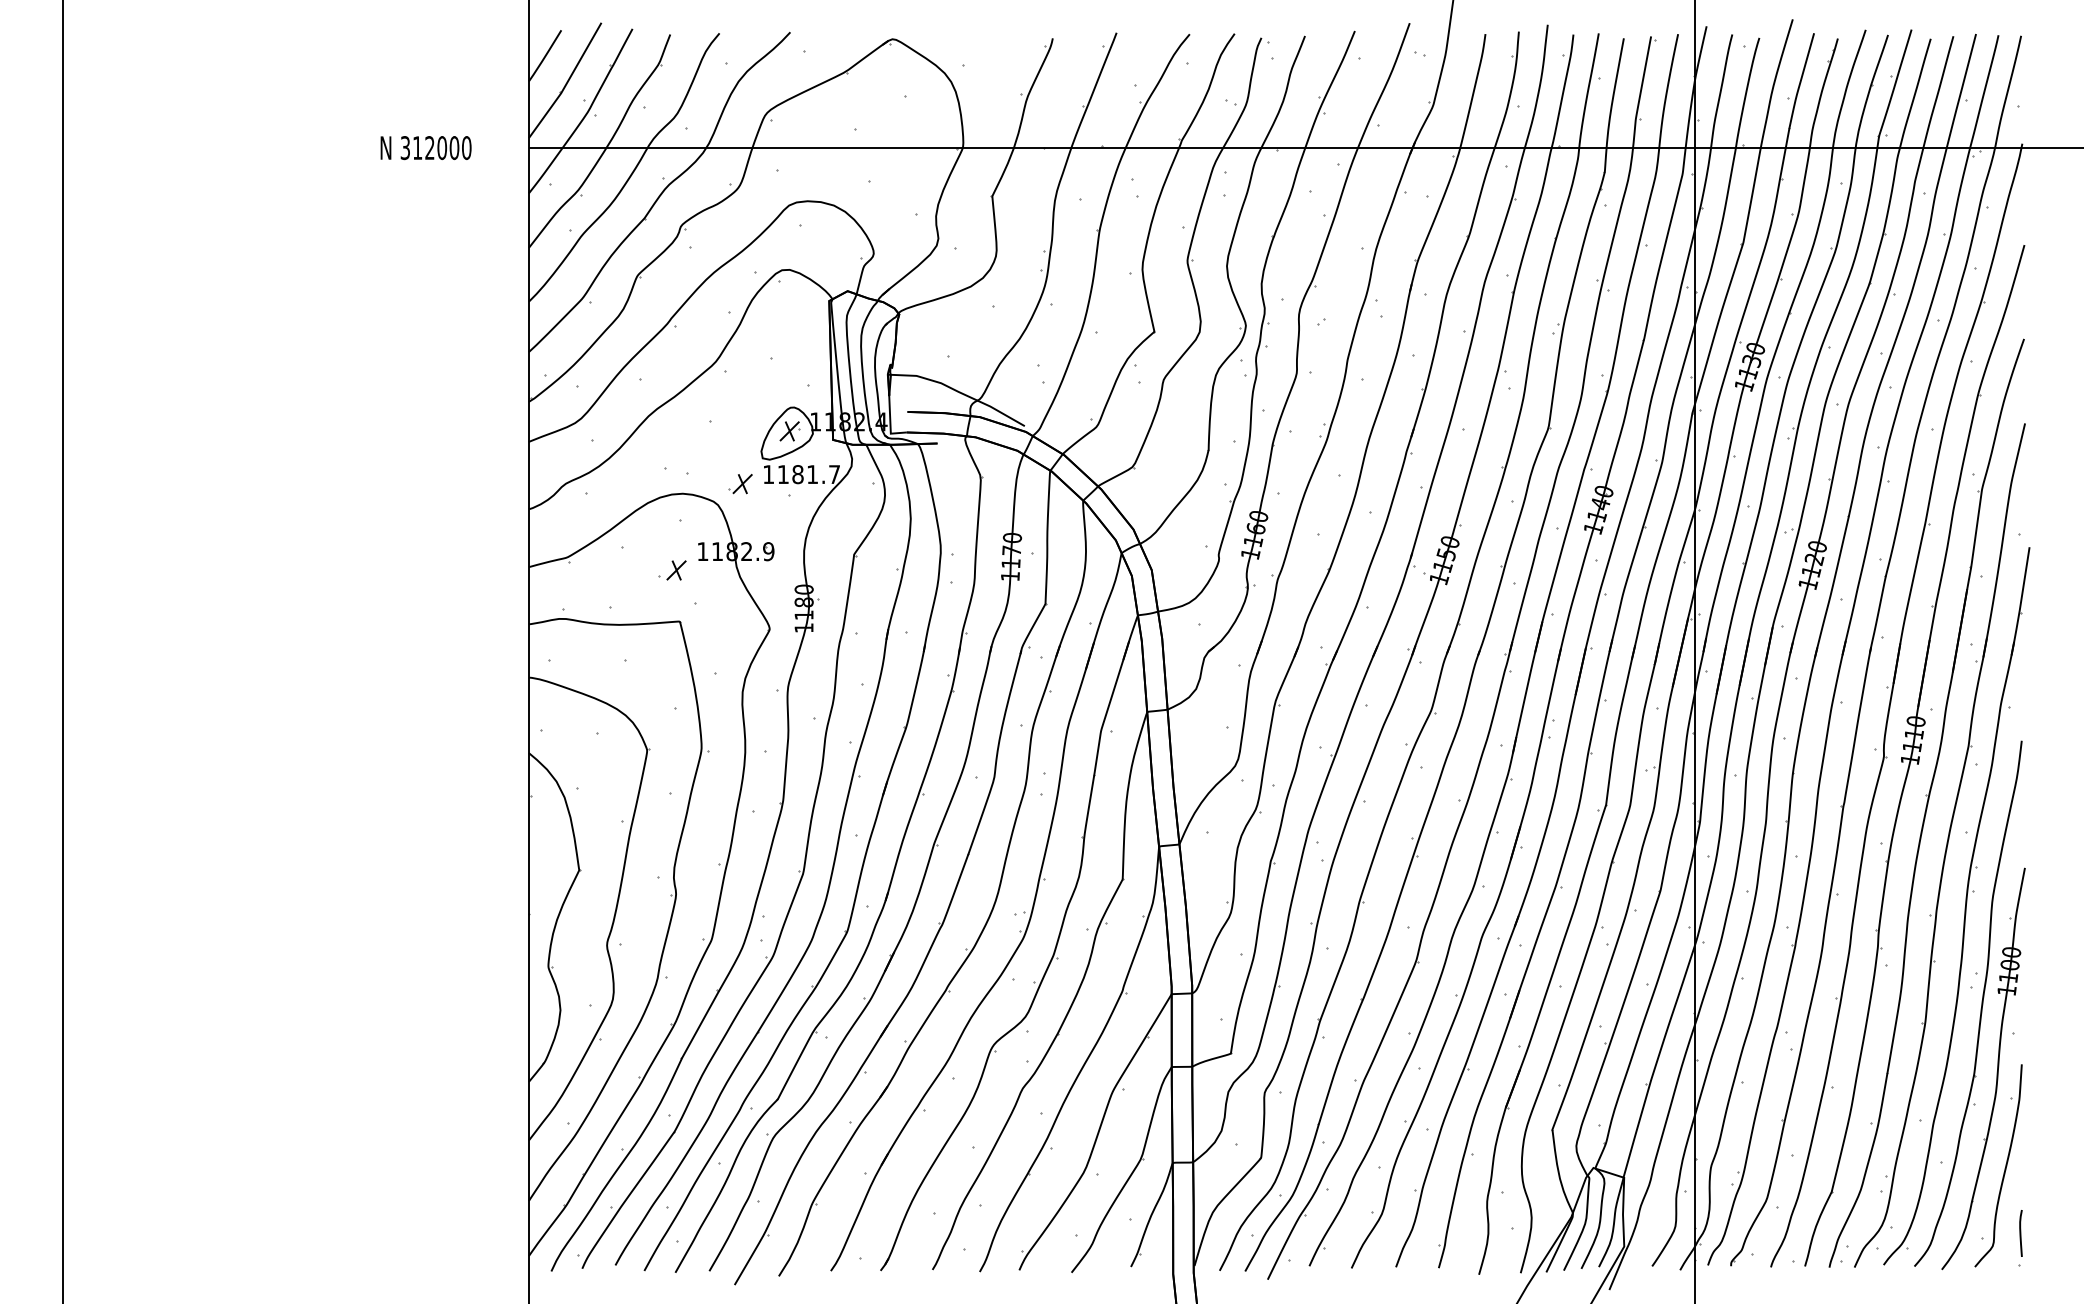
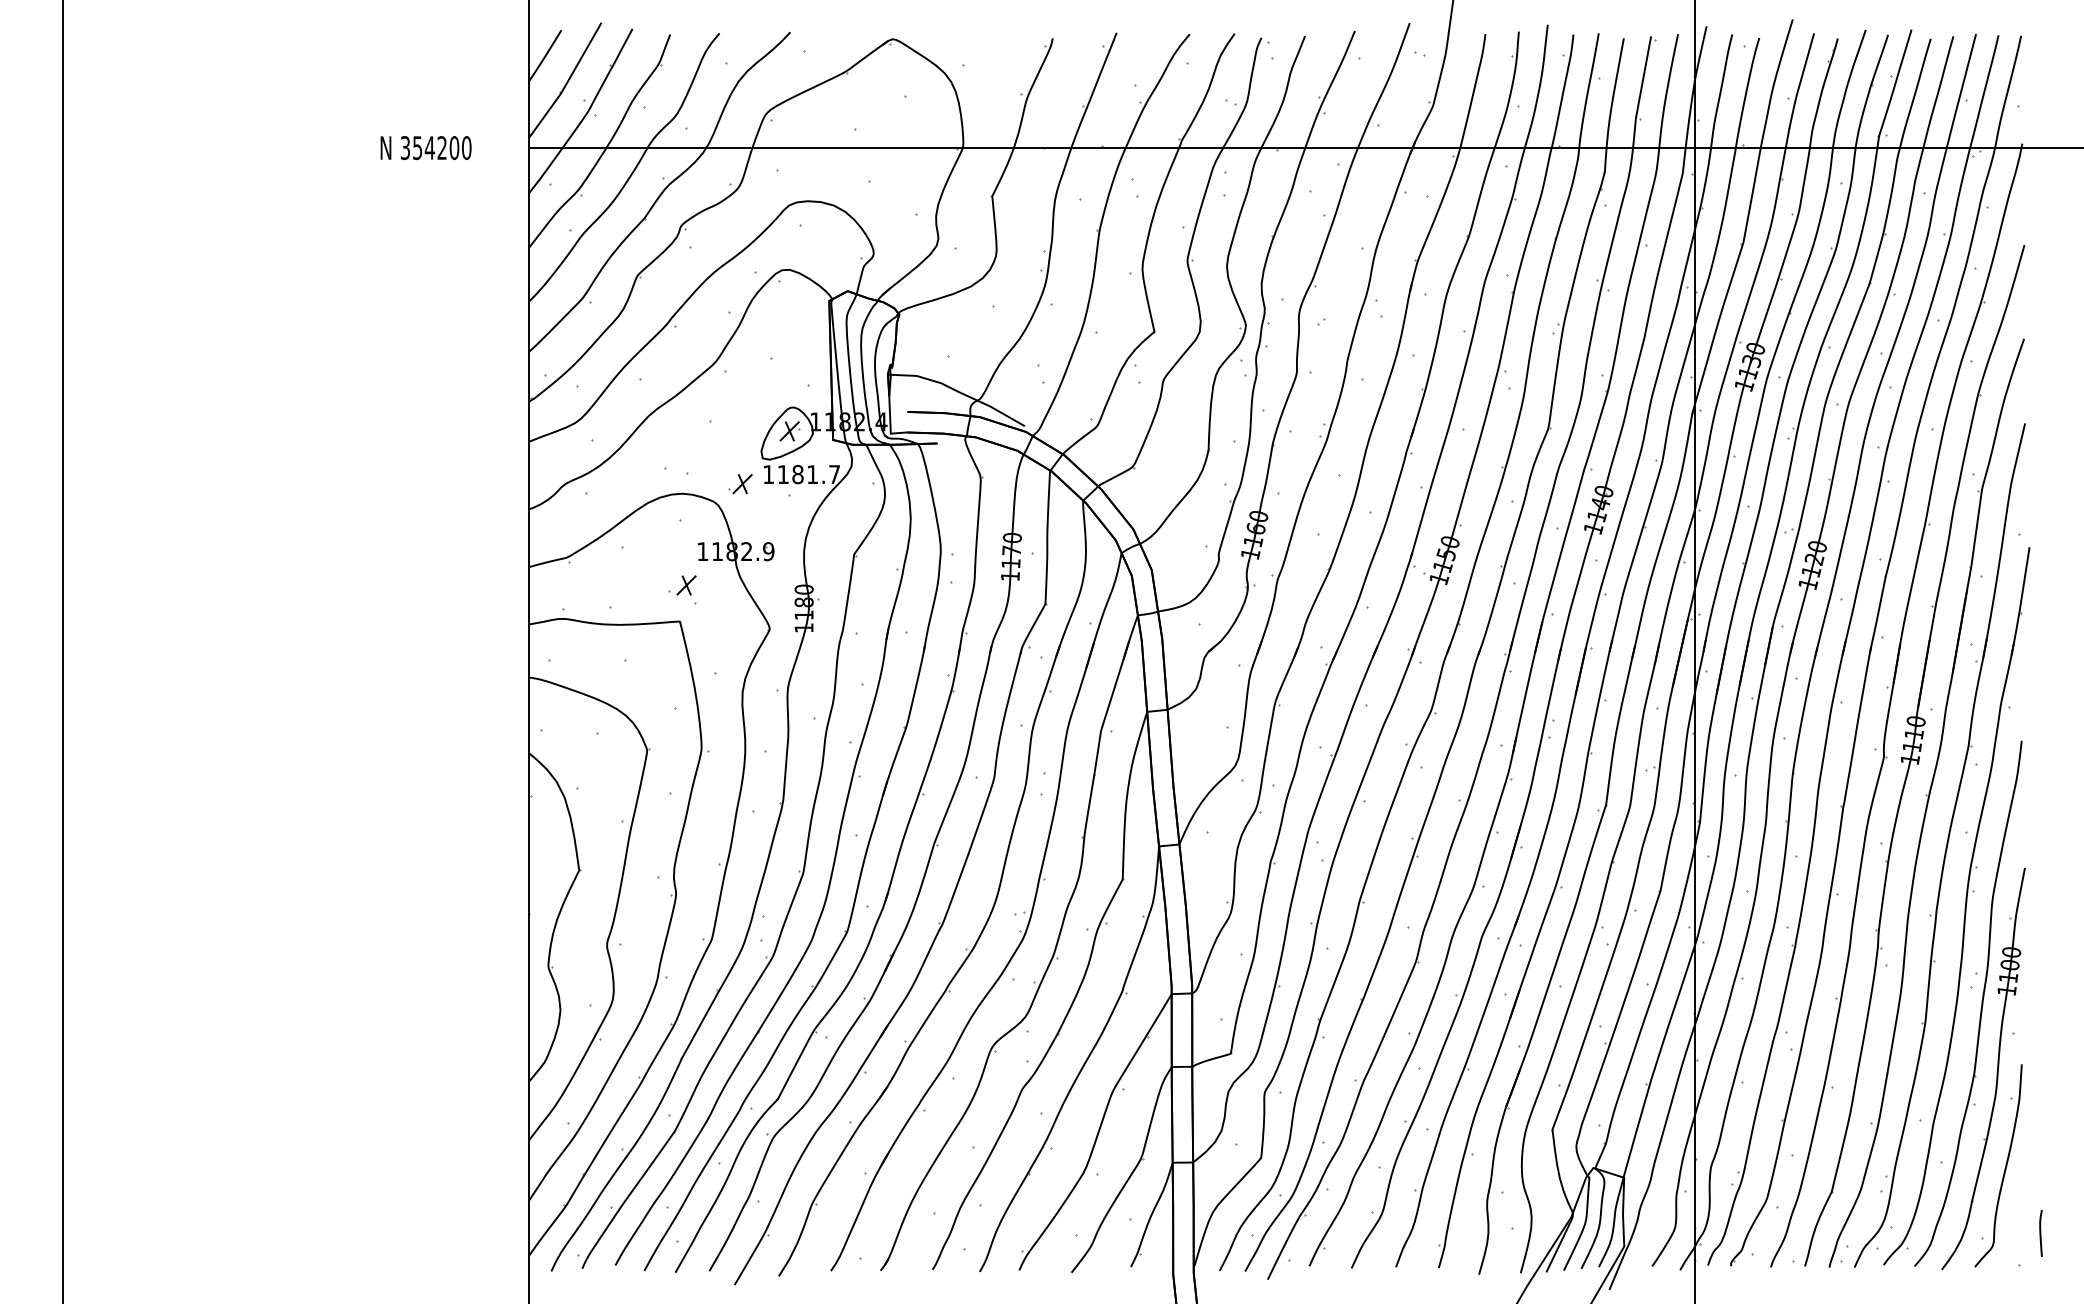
text at (430, 148): 312000 -> 354200
part at (672, 570) position: (672, 570) -> (682, 585)
line at (2020, 1233) position: (2020, 1233) -> (2040, 1233)
